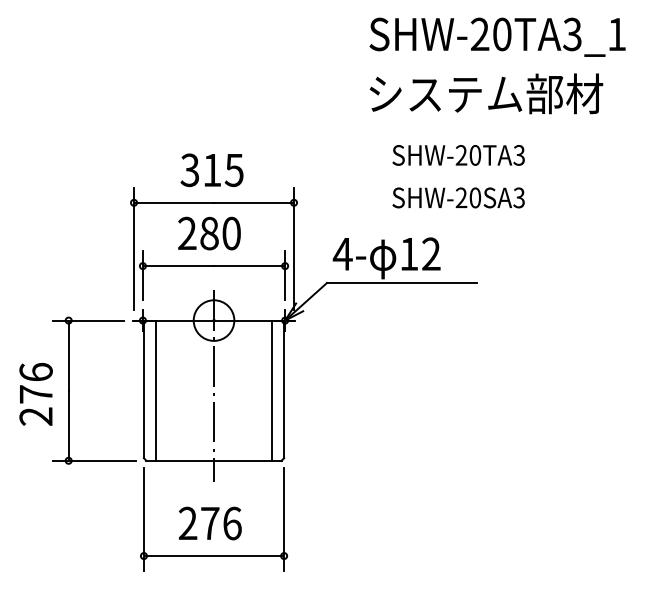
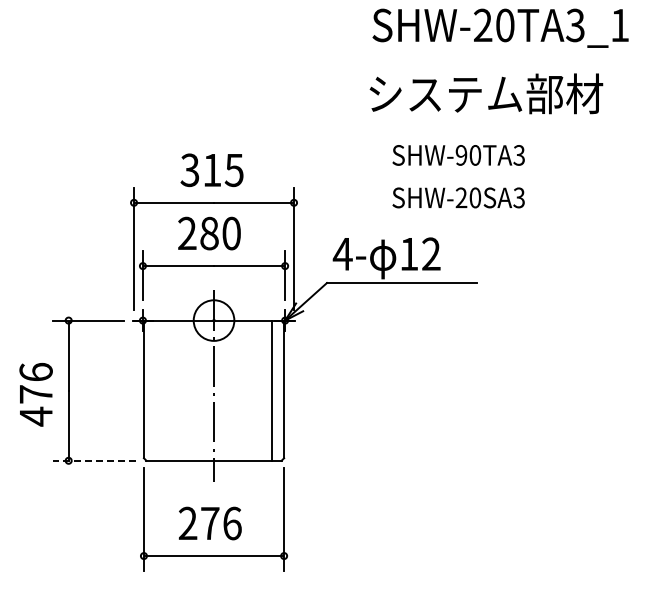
text at (497, 36) position: (497, 36) -> (500, 27)
text at (461, 155): SHW-20TA3 -> SHW-90TA3
line at (155, 390): present -> none
text at (35, 416): 276 -> 476
line at (94, 460): solid -> dashed
